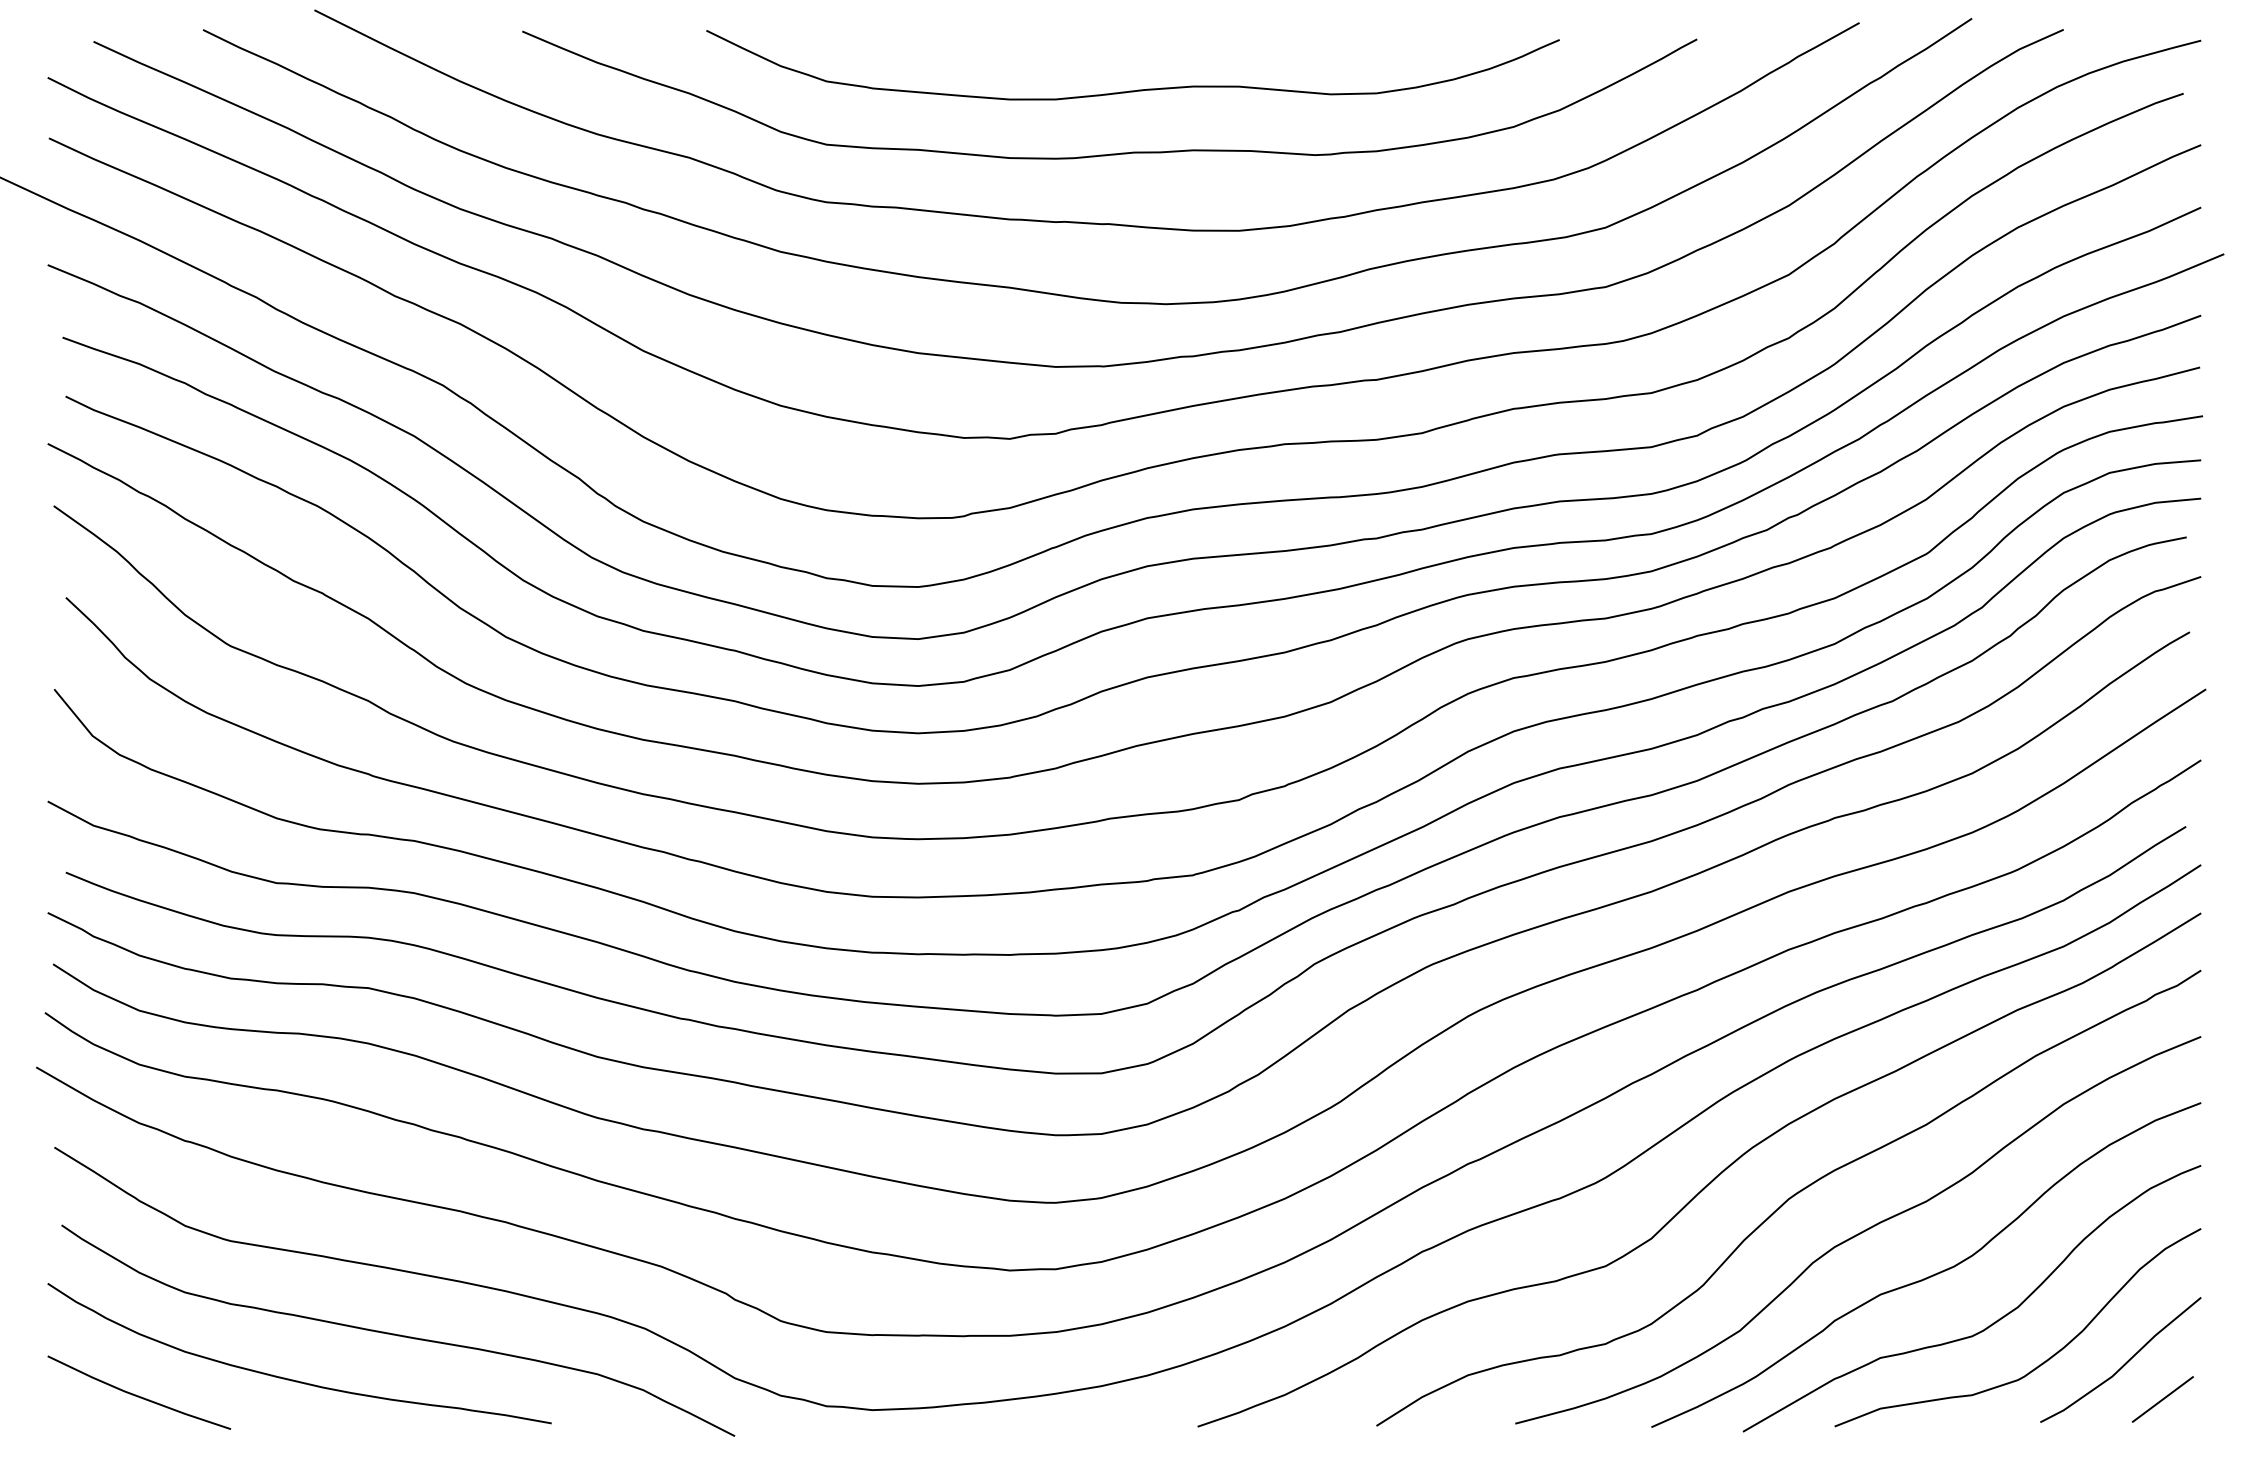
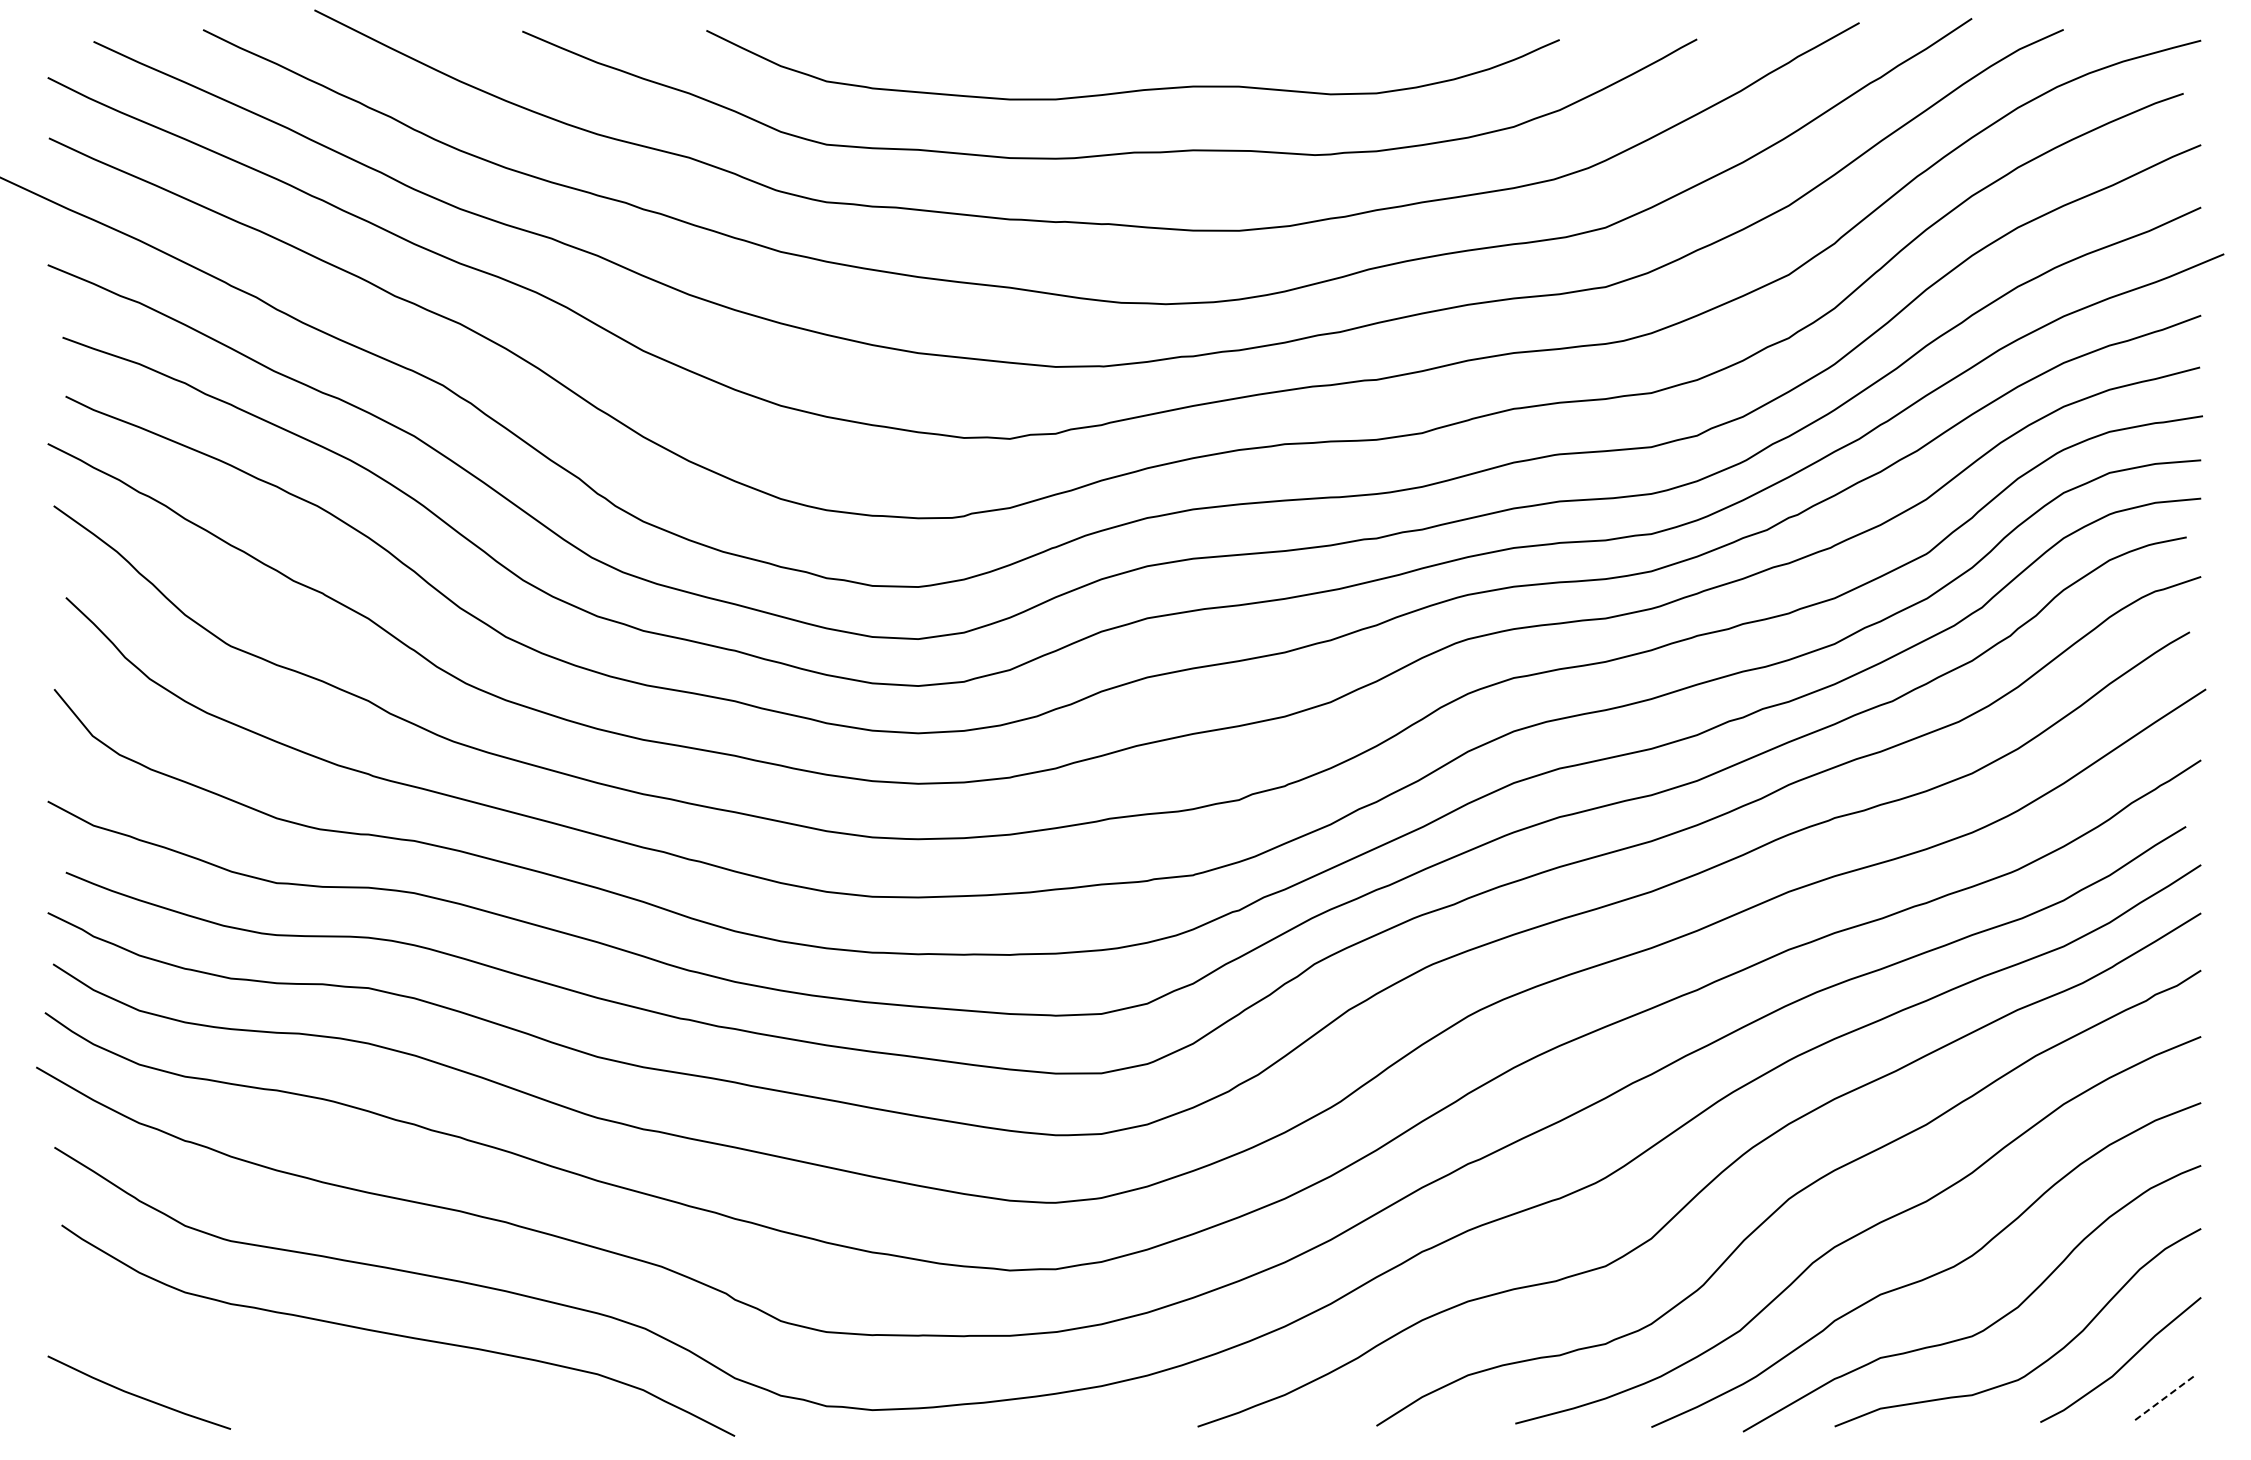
curve at (293, 1379): present -> none
line at (2162, 1399): solid -> dashed
